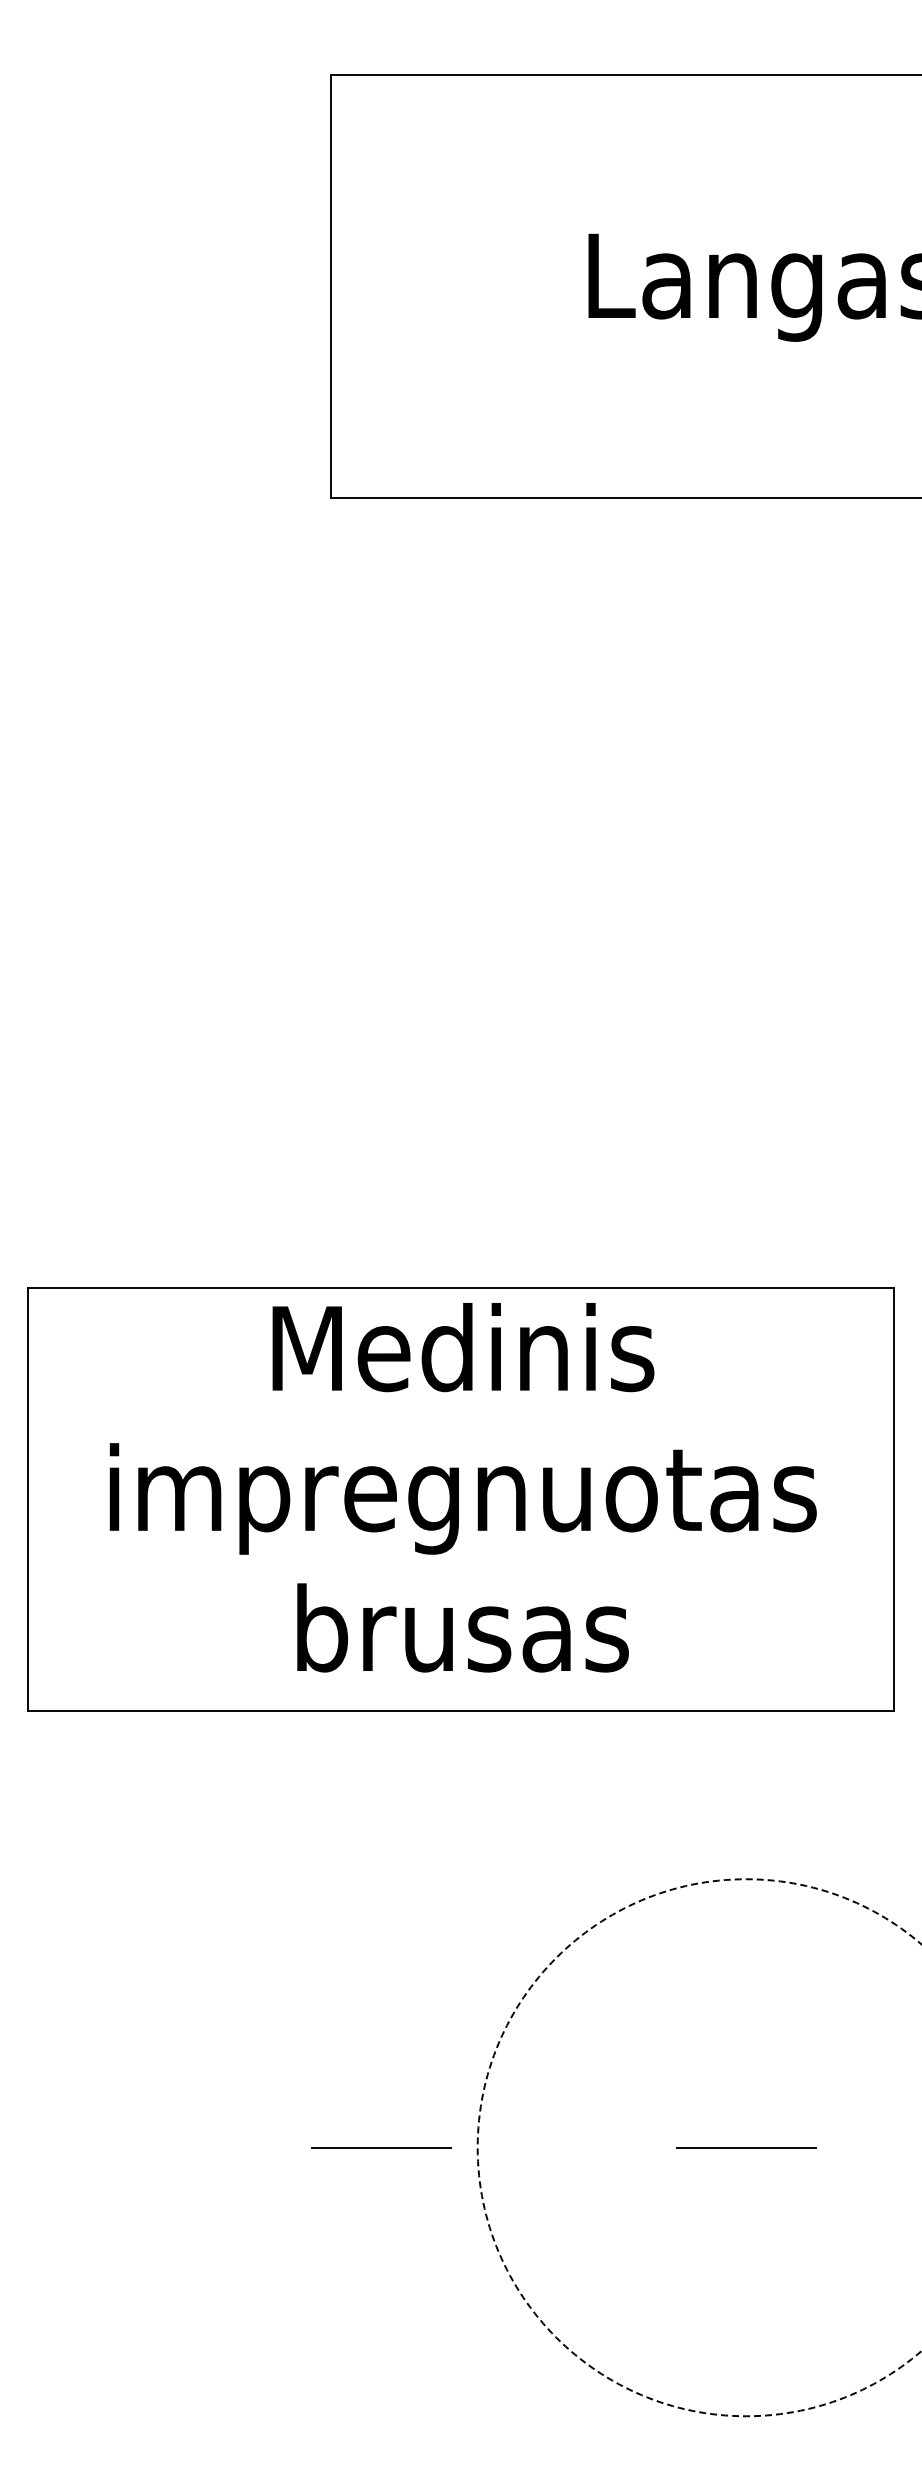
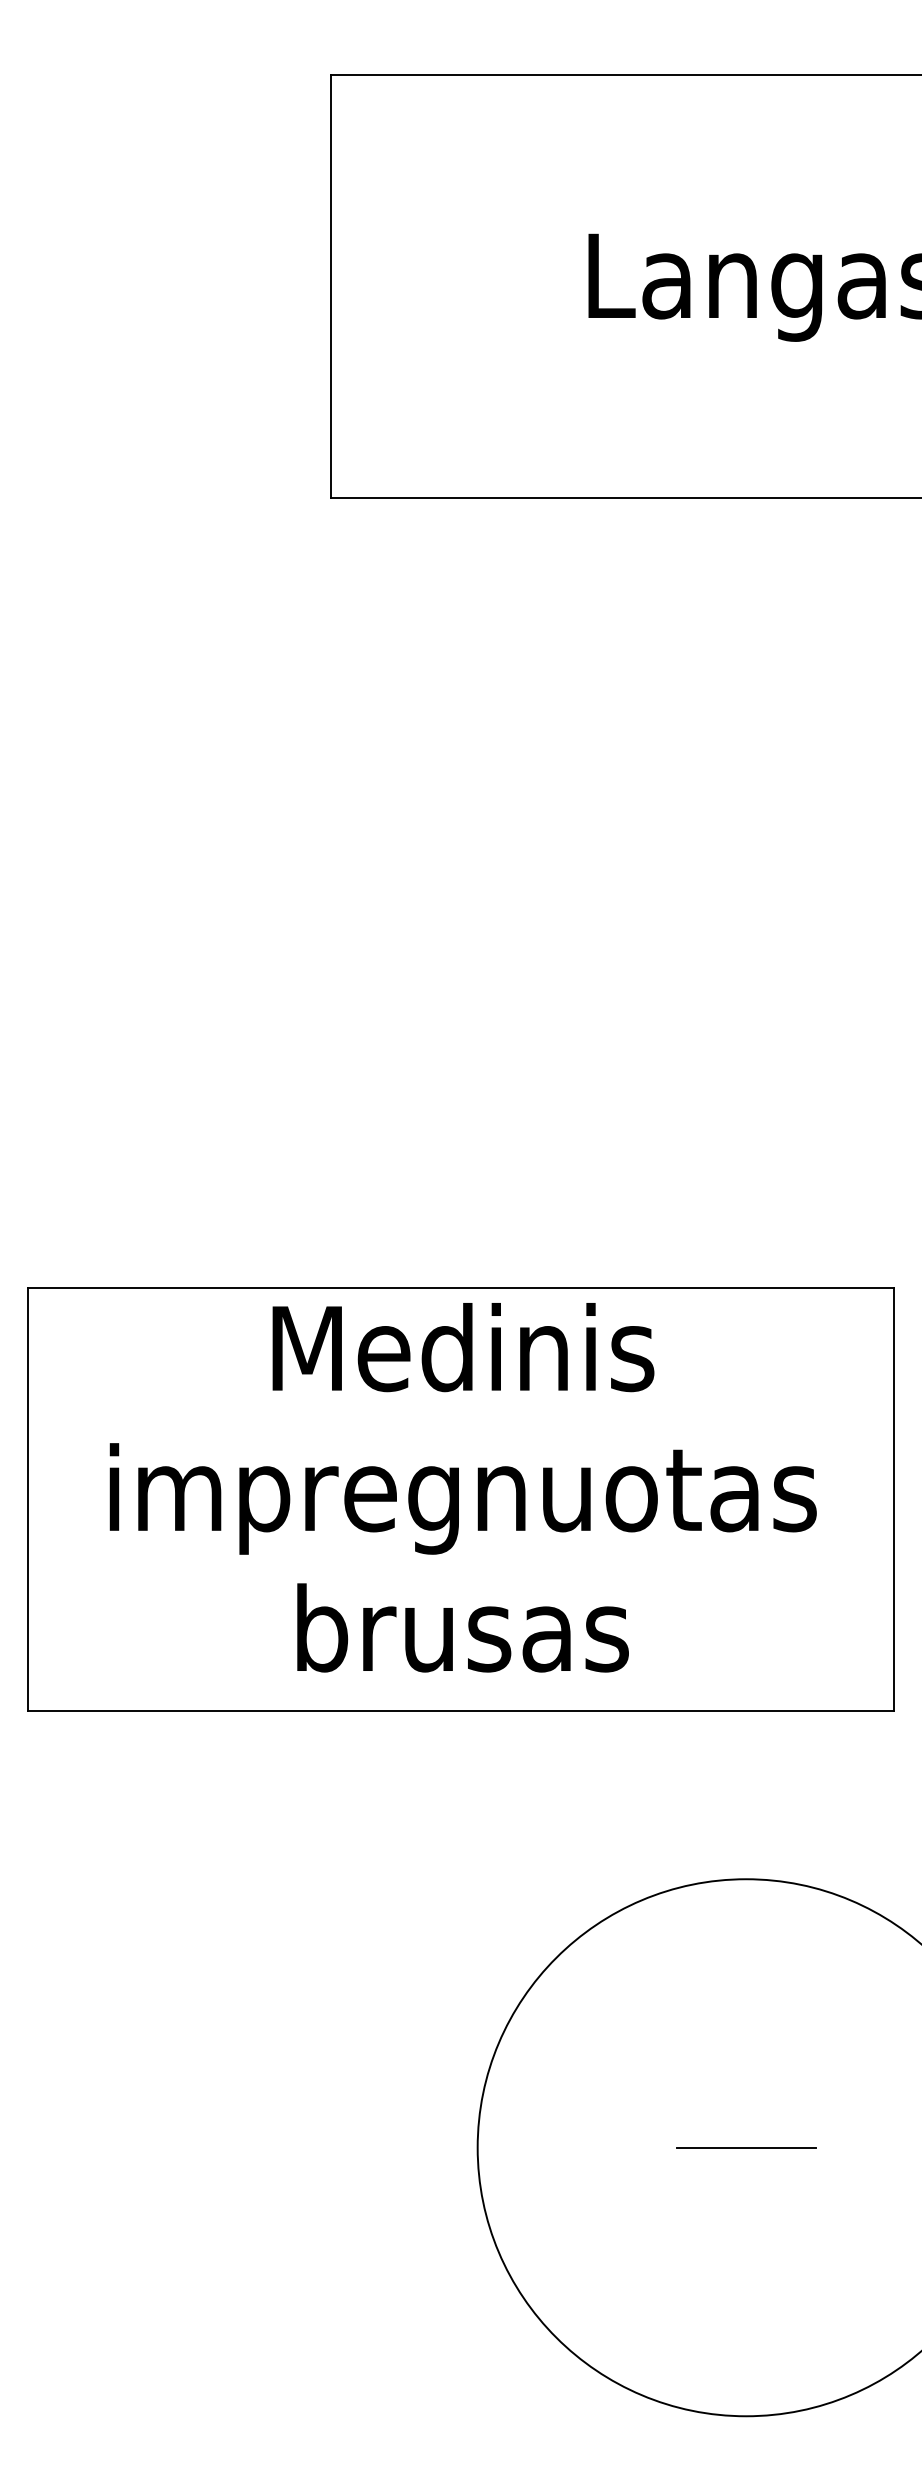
line at (381, 2147): present -> none
circle at (699, 2147): dashed -> solid
